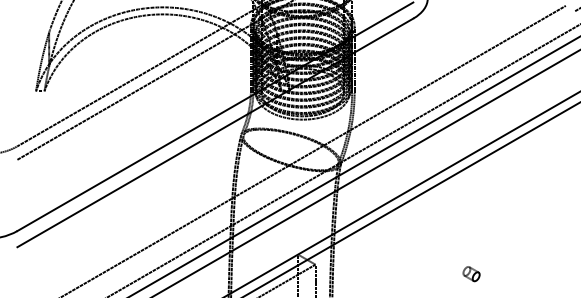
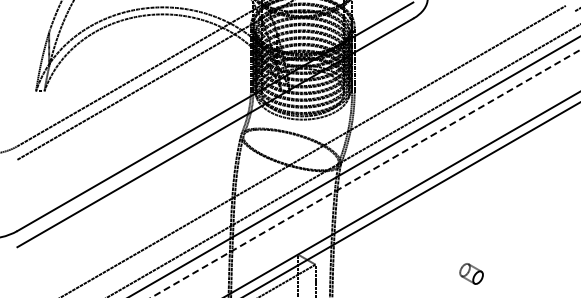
line at (366, 173): solid -> dashed
part at (471, 274) size: 19x17 px -> 25x22 px
